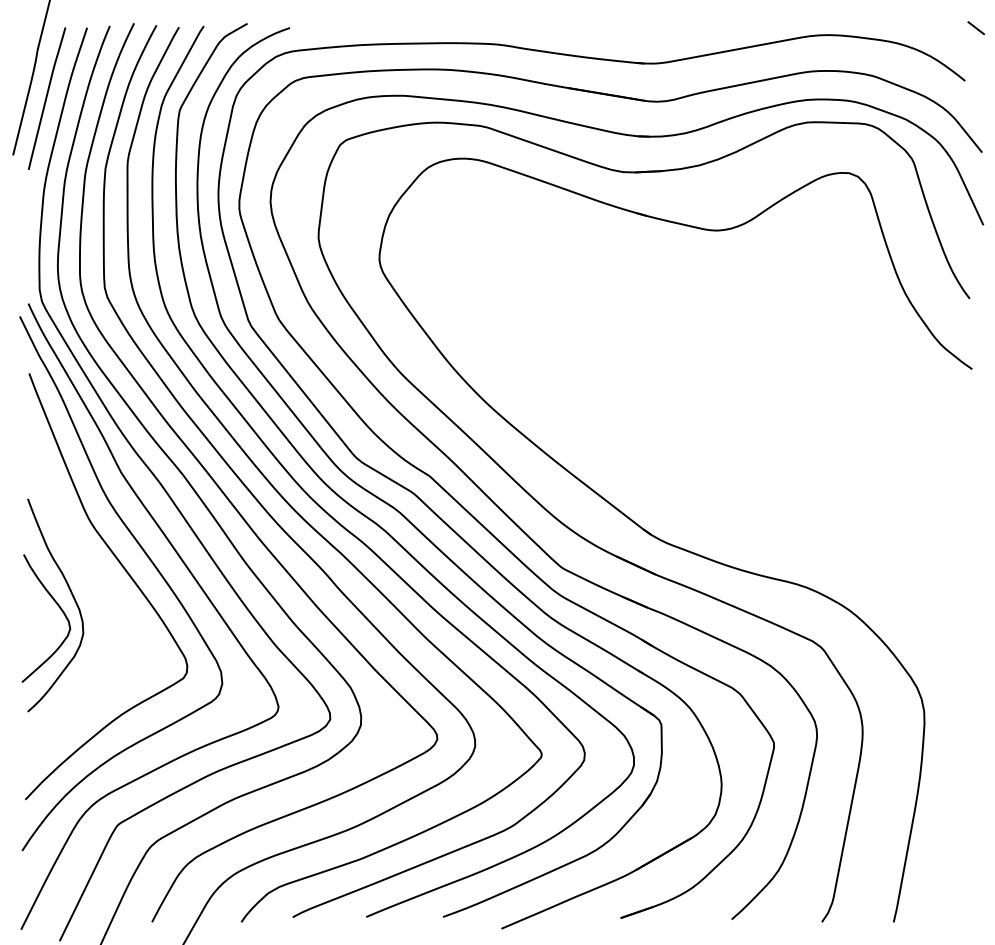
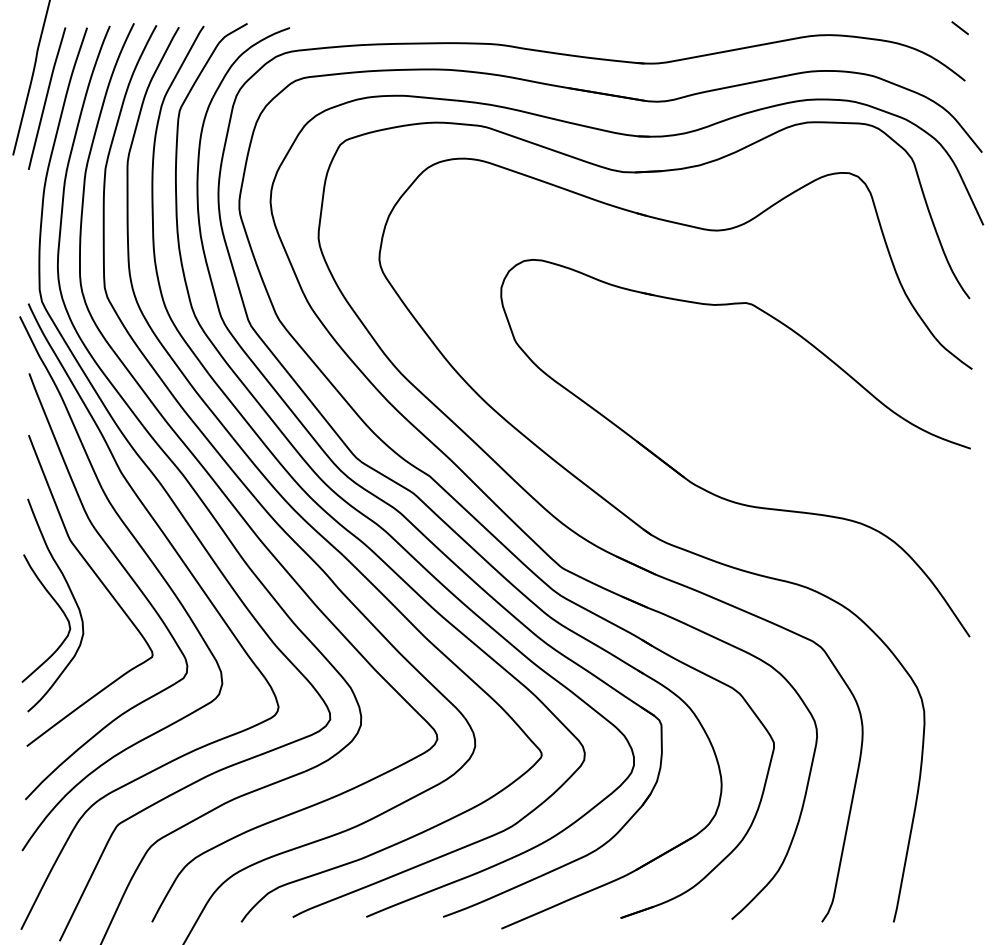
line at (975, 28) position: (975, 28) -> (959, 28)
part at (712, 492): none -> present
curve at (100, 582): none -> present
